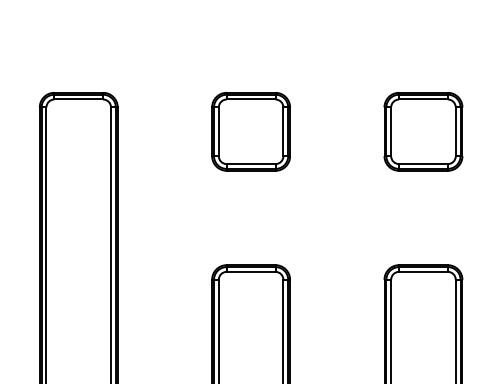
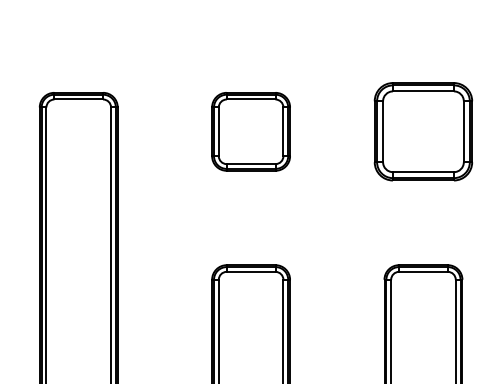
part at (423, 131) size: 81x80 px -> 101x100 px
